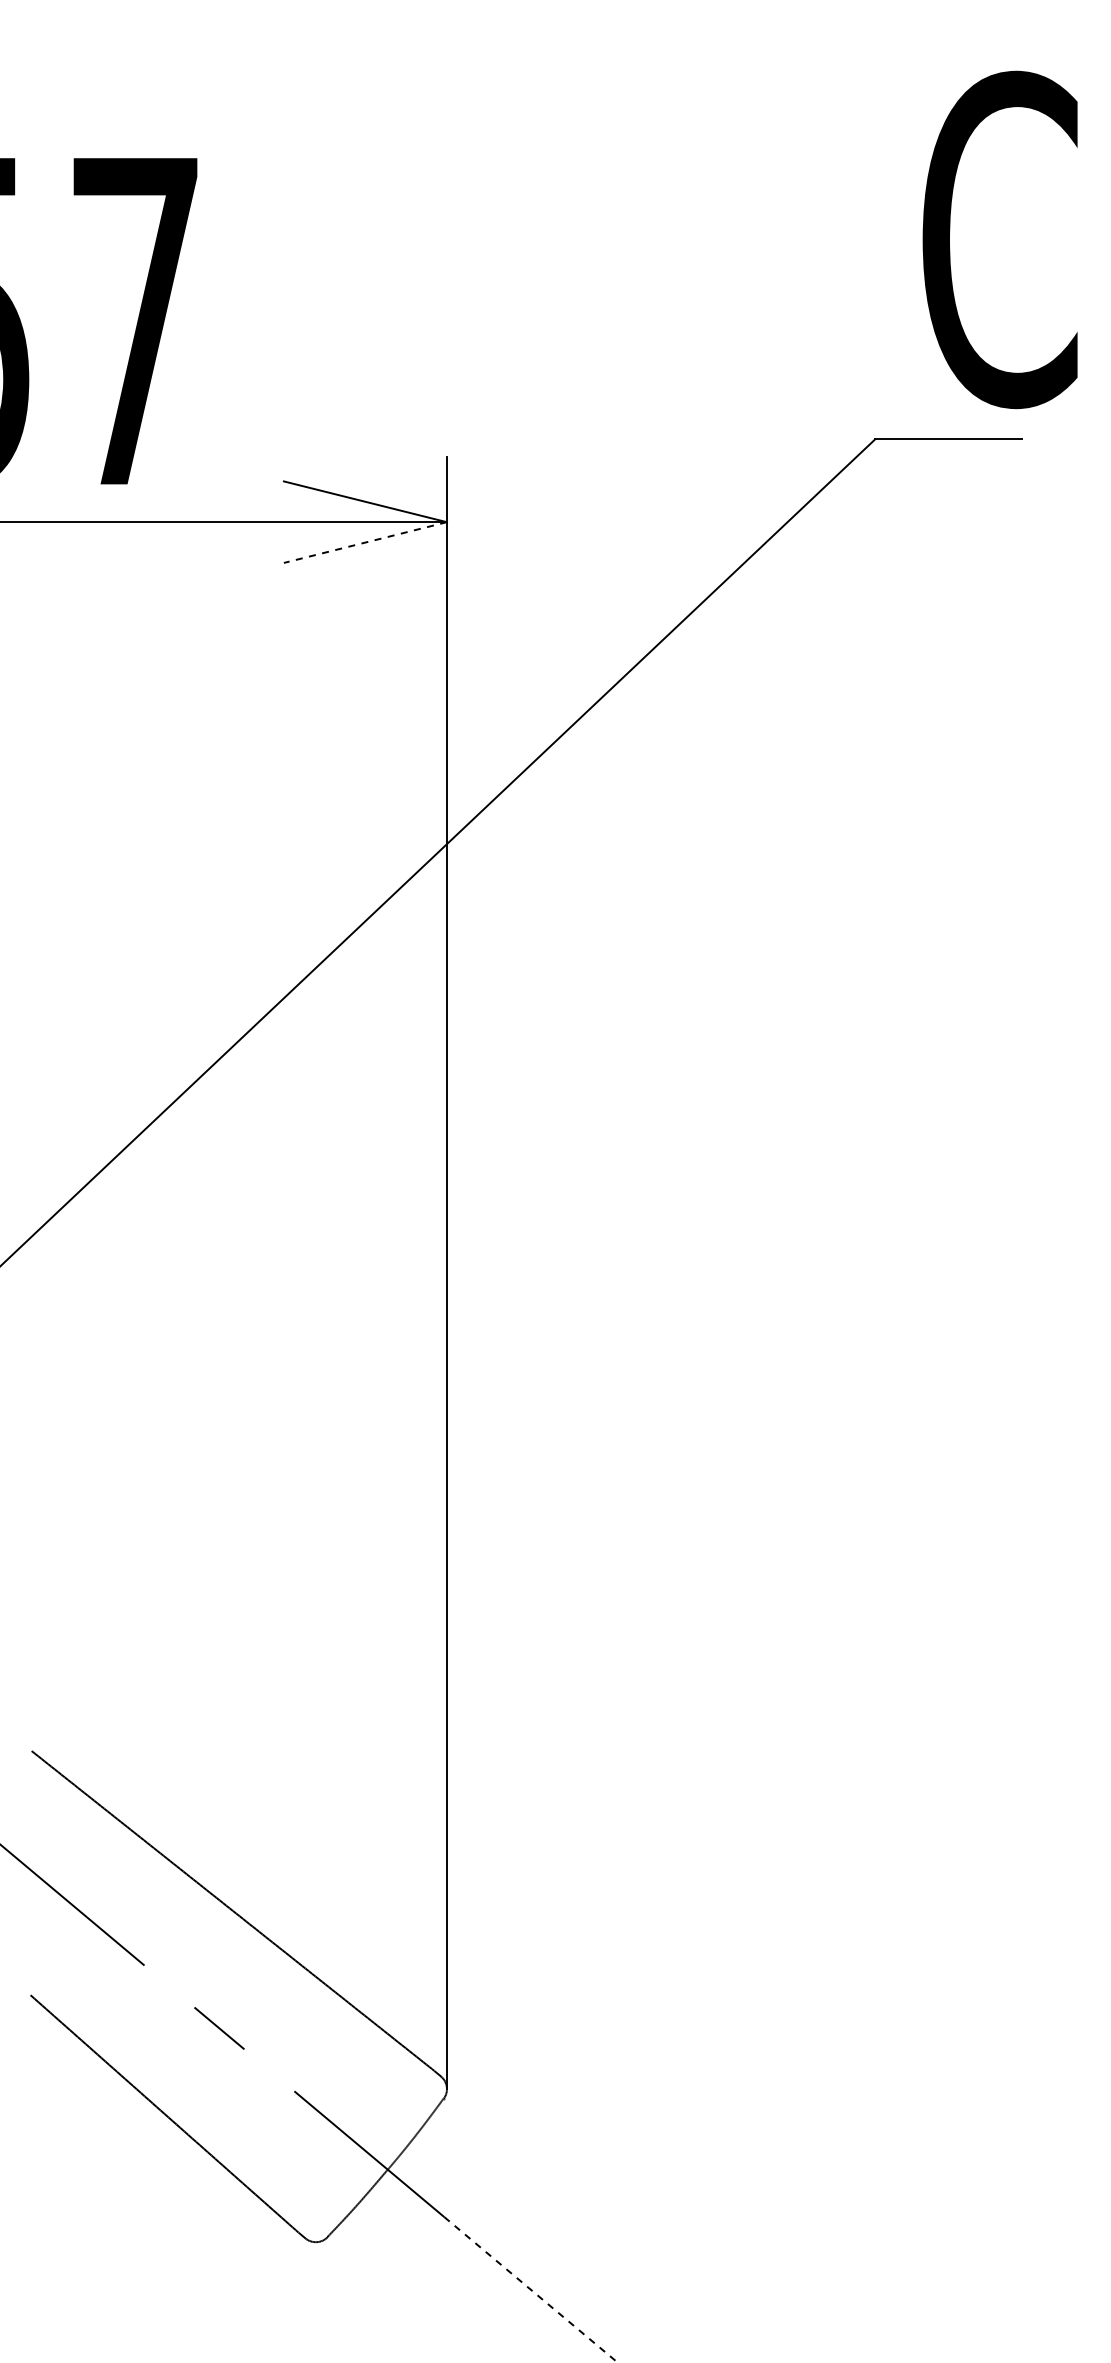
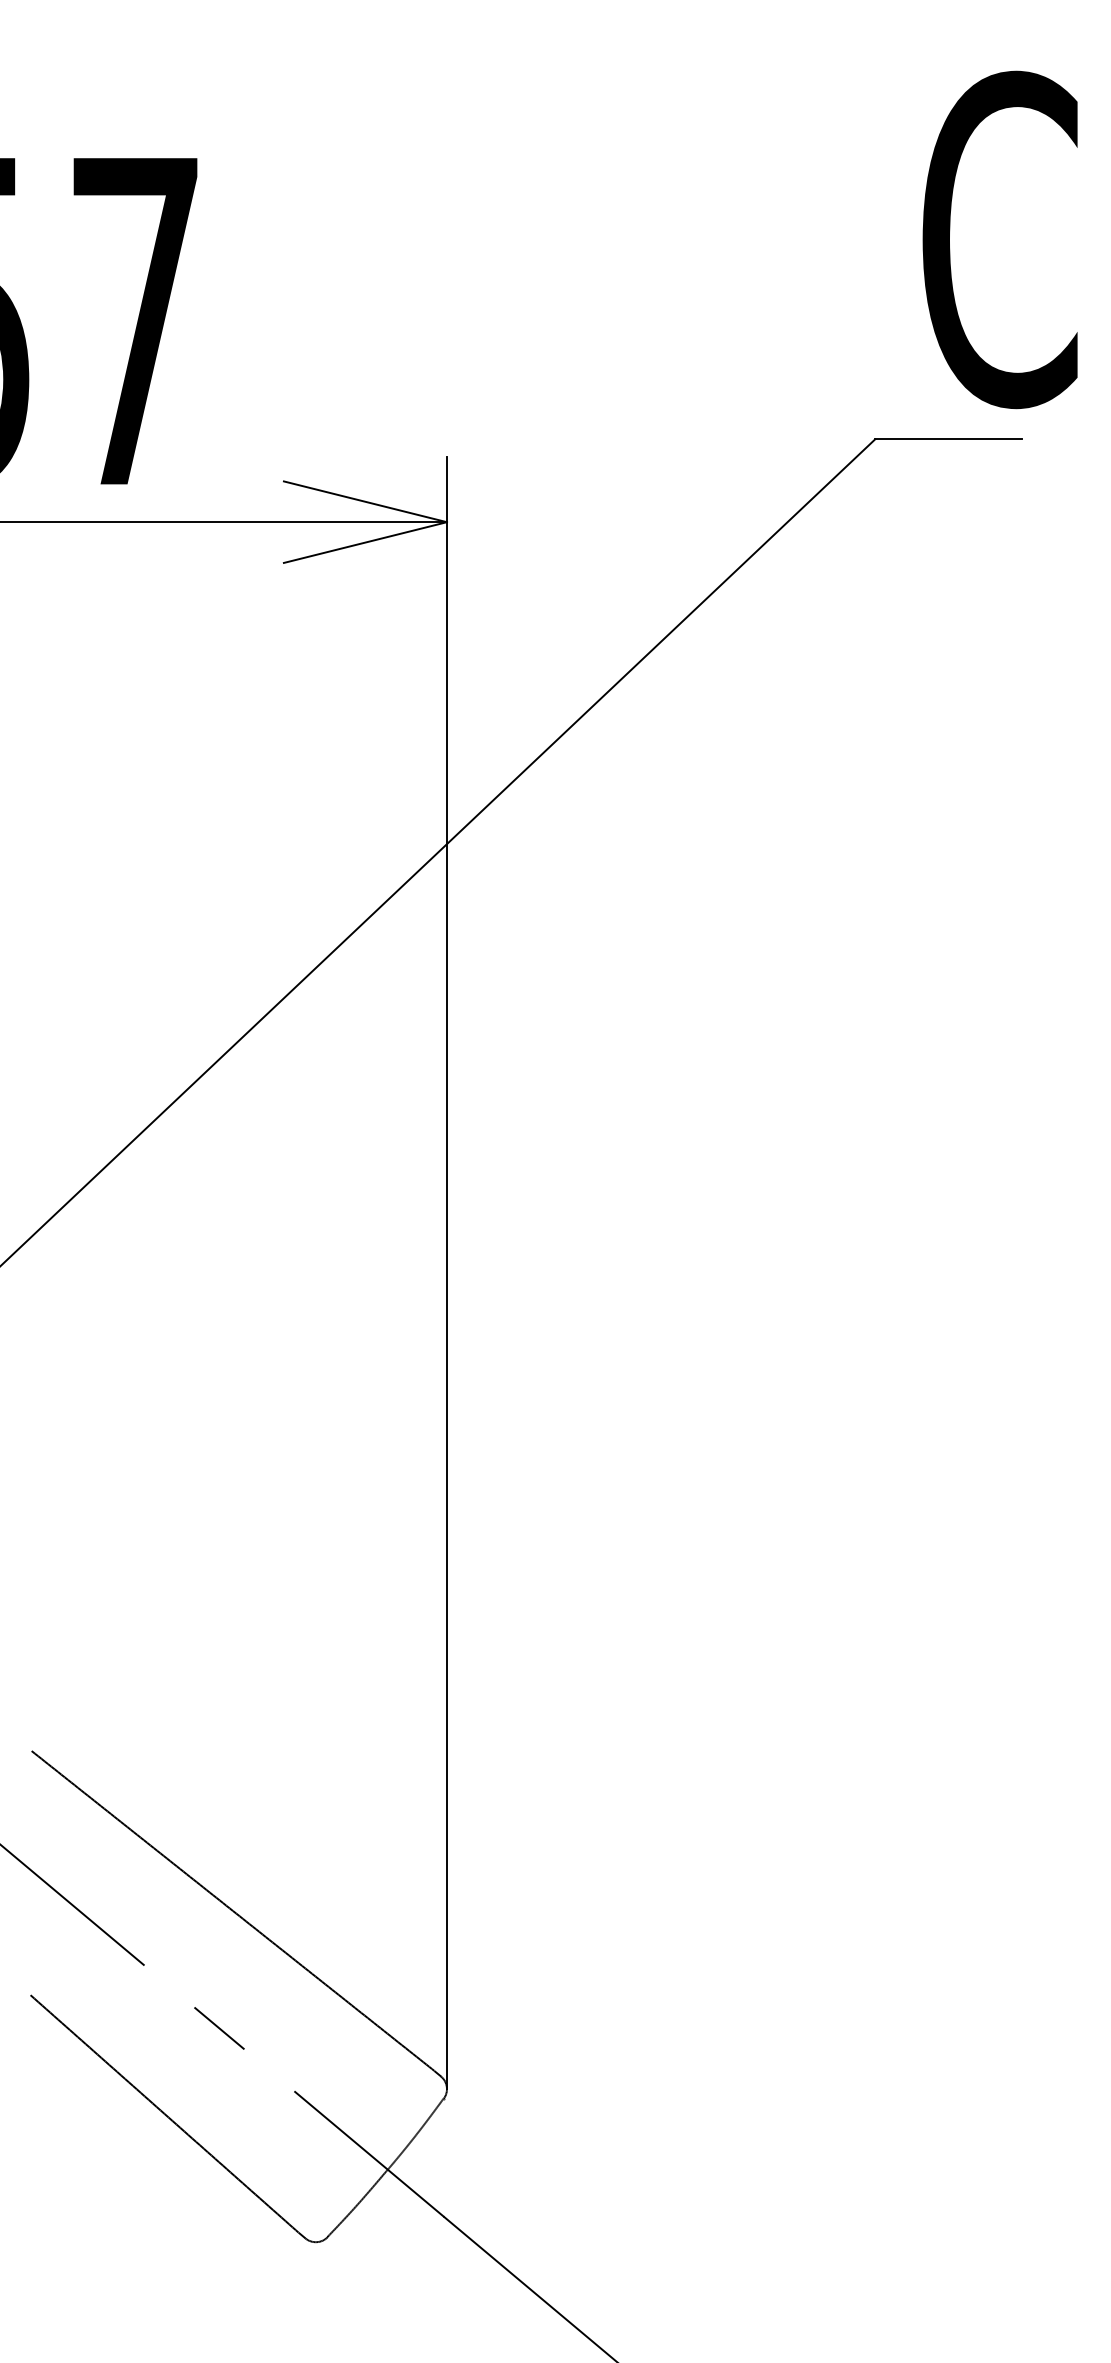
line at (364, 542): dashed -> solid
line at (531, 2290): dashed -> solid
